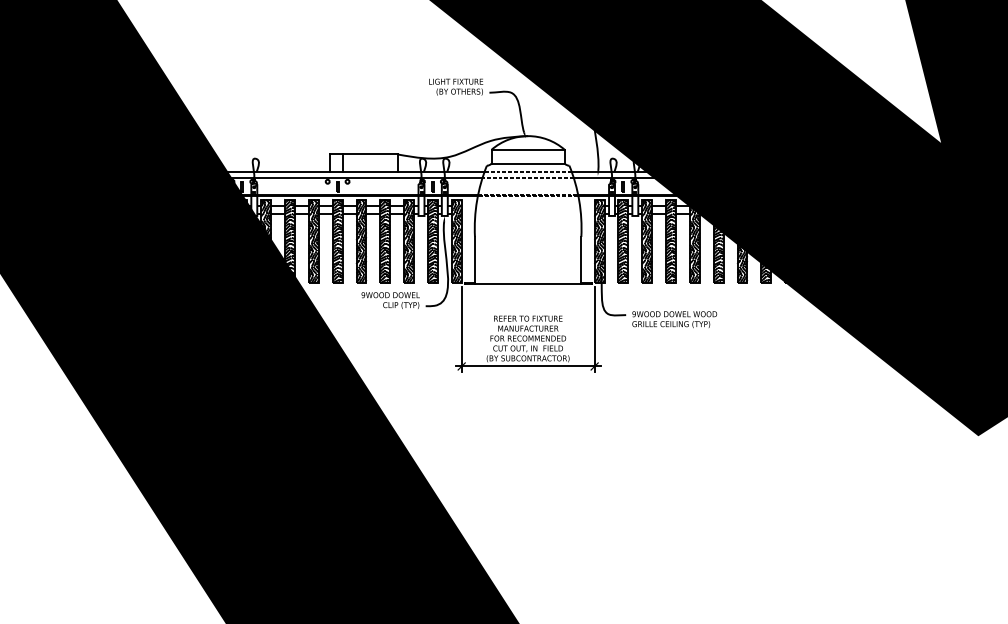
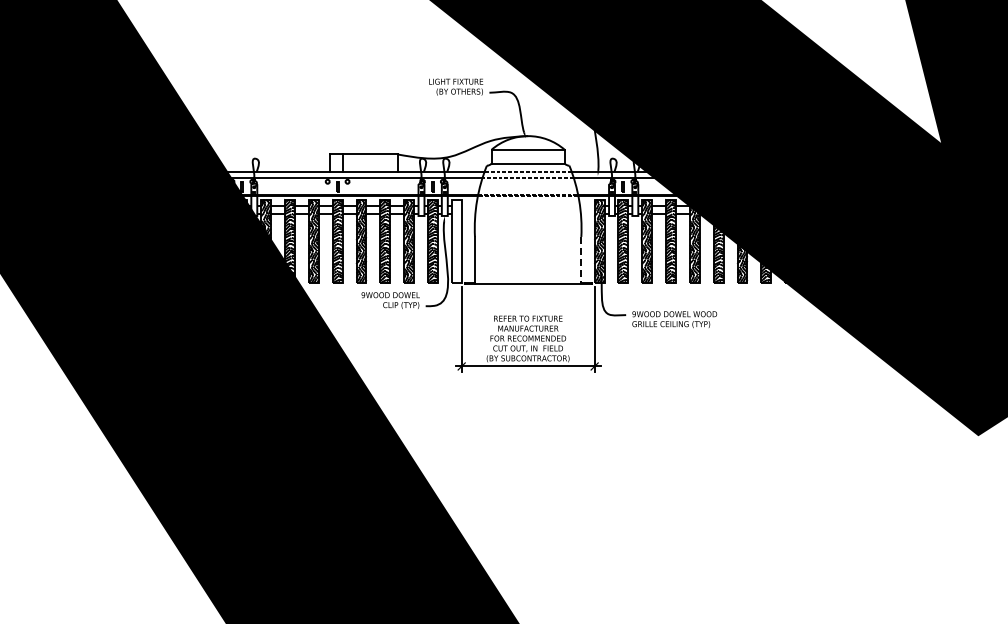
hatch at (456, 240): present -> none
line at (581, 260): solid -> dashed
